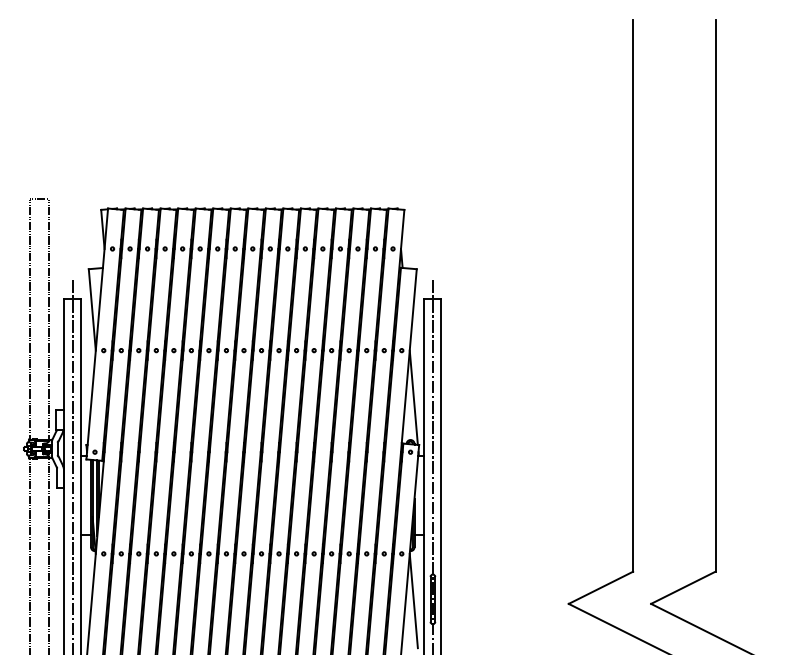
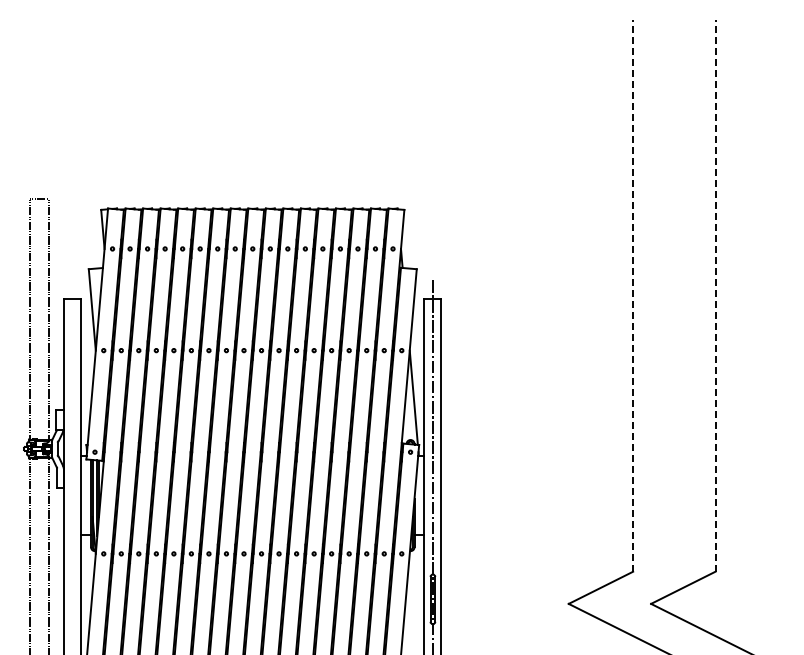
line at (633, 295): solid -> dashed
line at (715, 295): solid -> dashed
line at (72, 465): present -> none
line at (413, 600): present -> none
